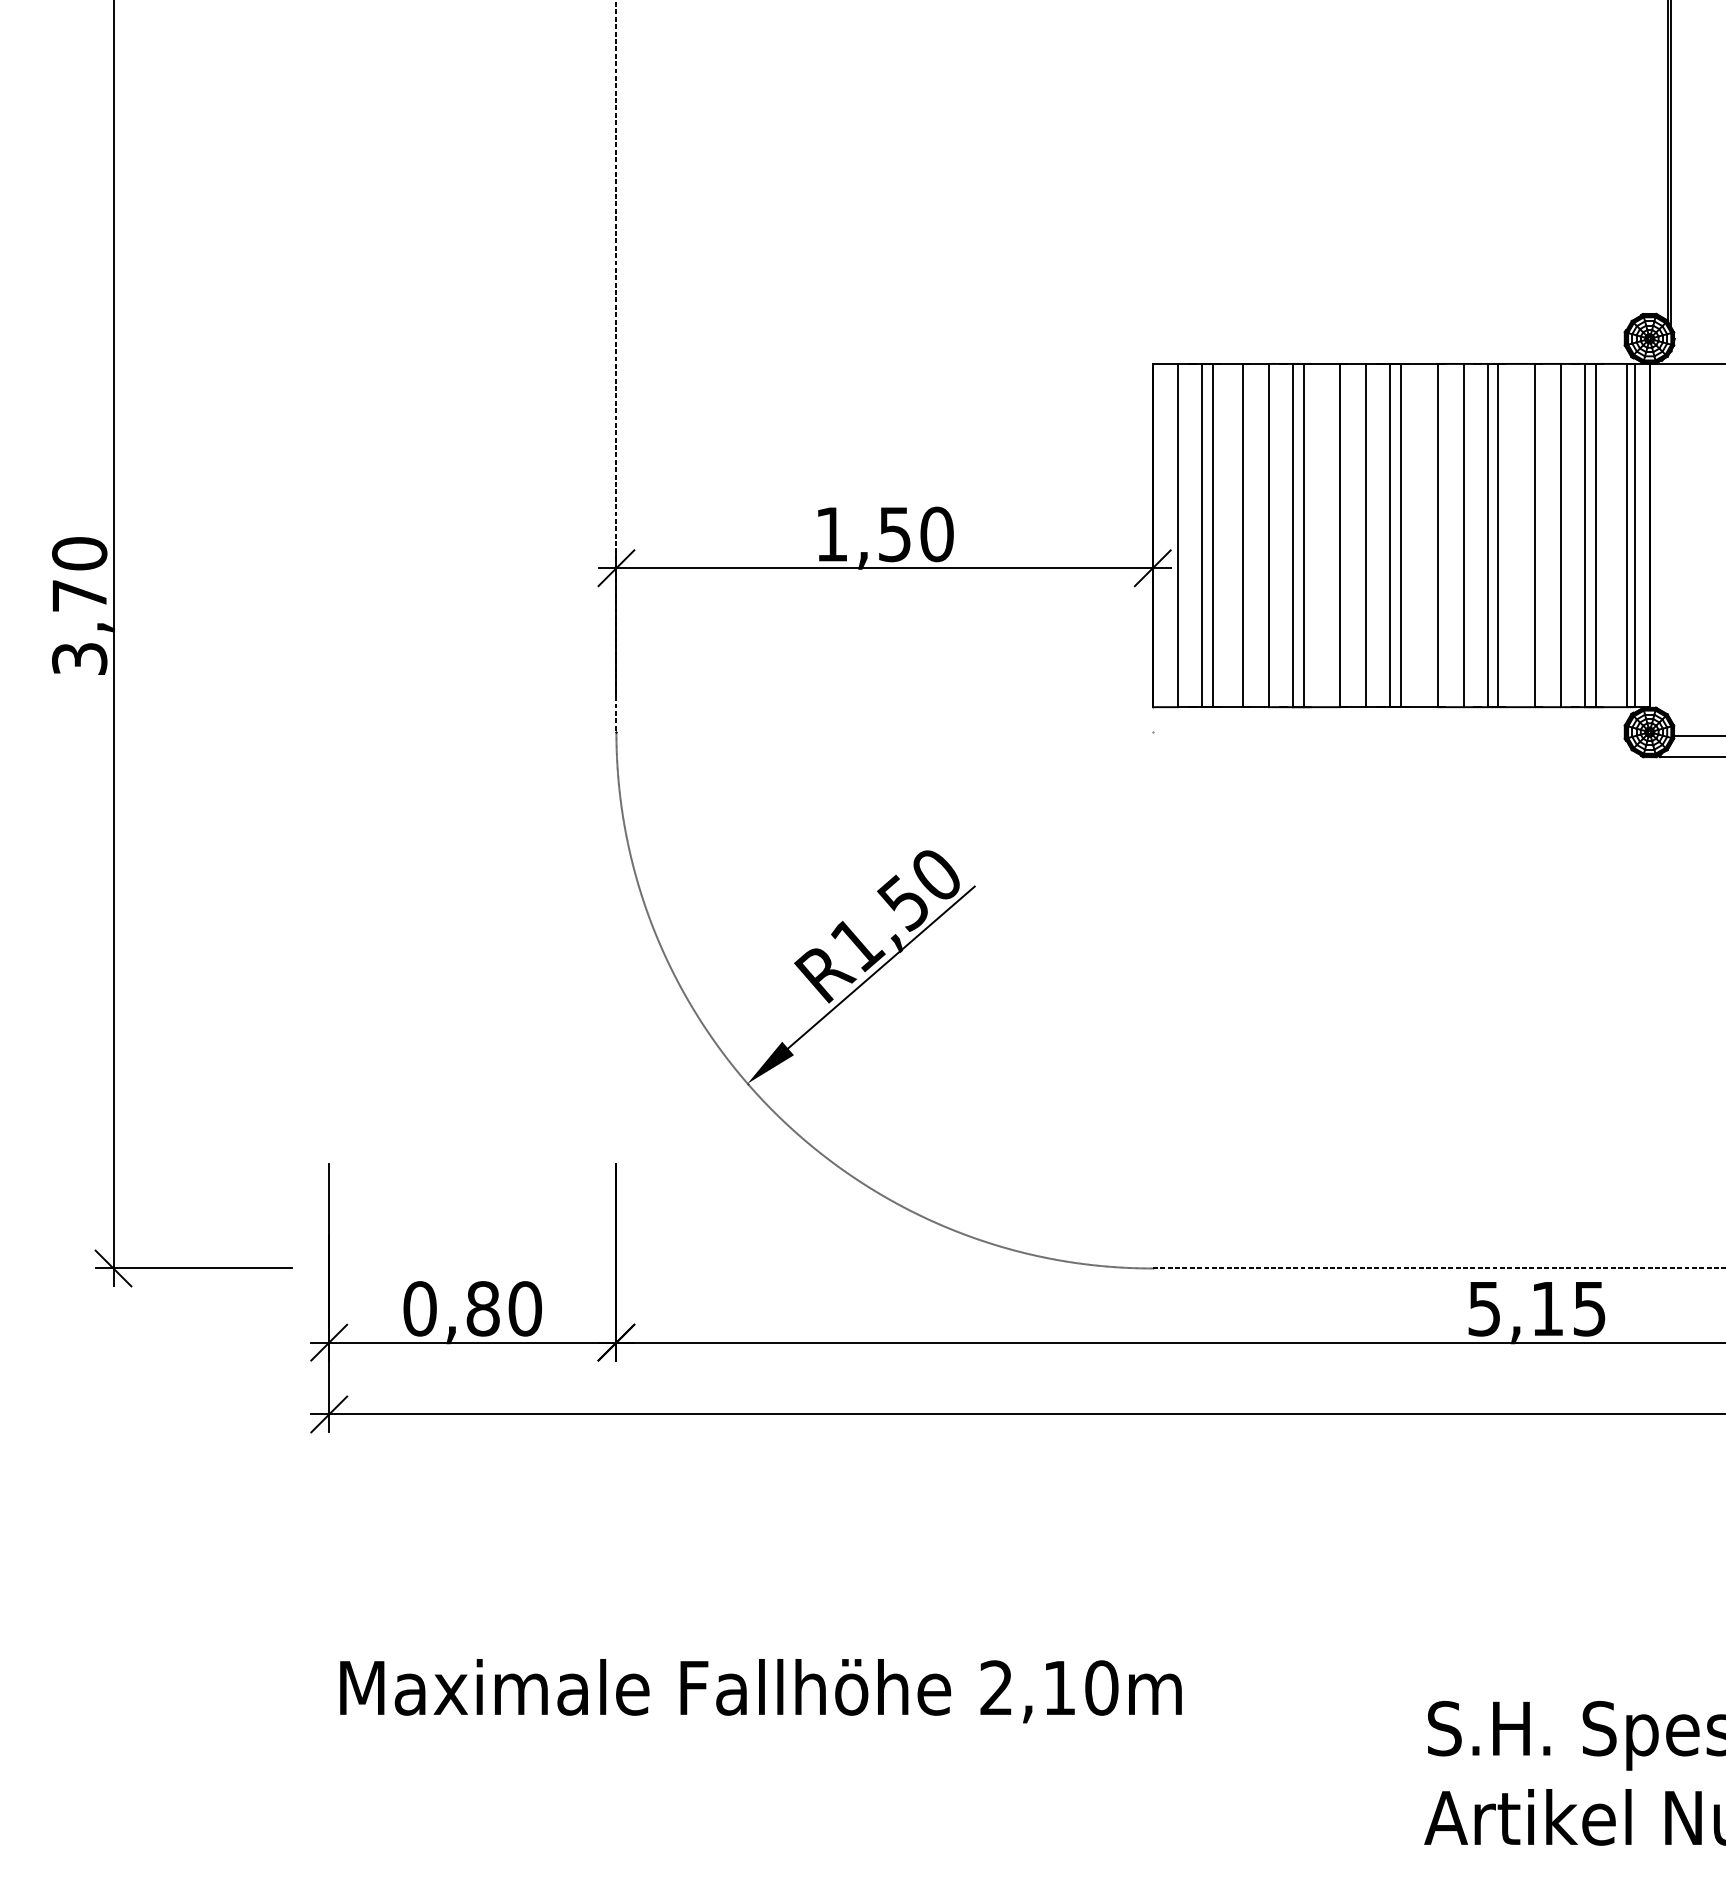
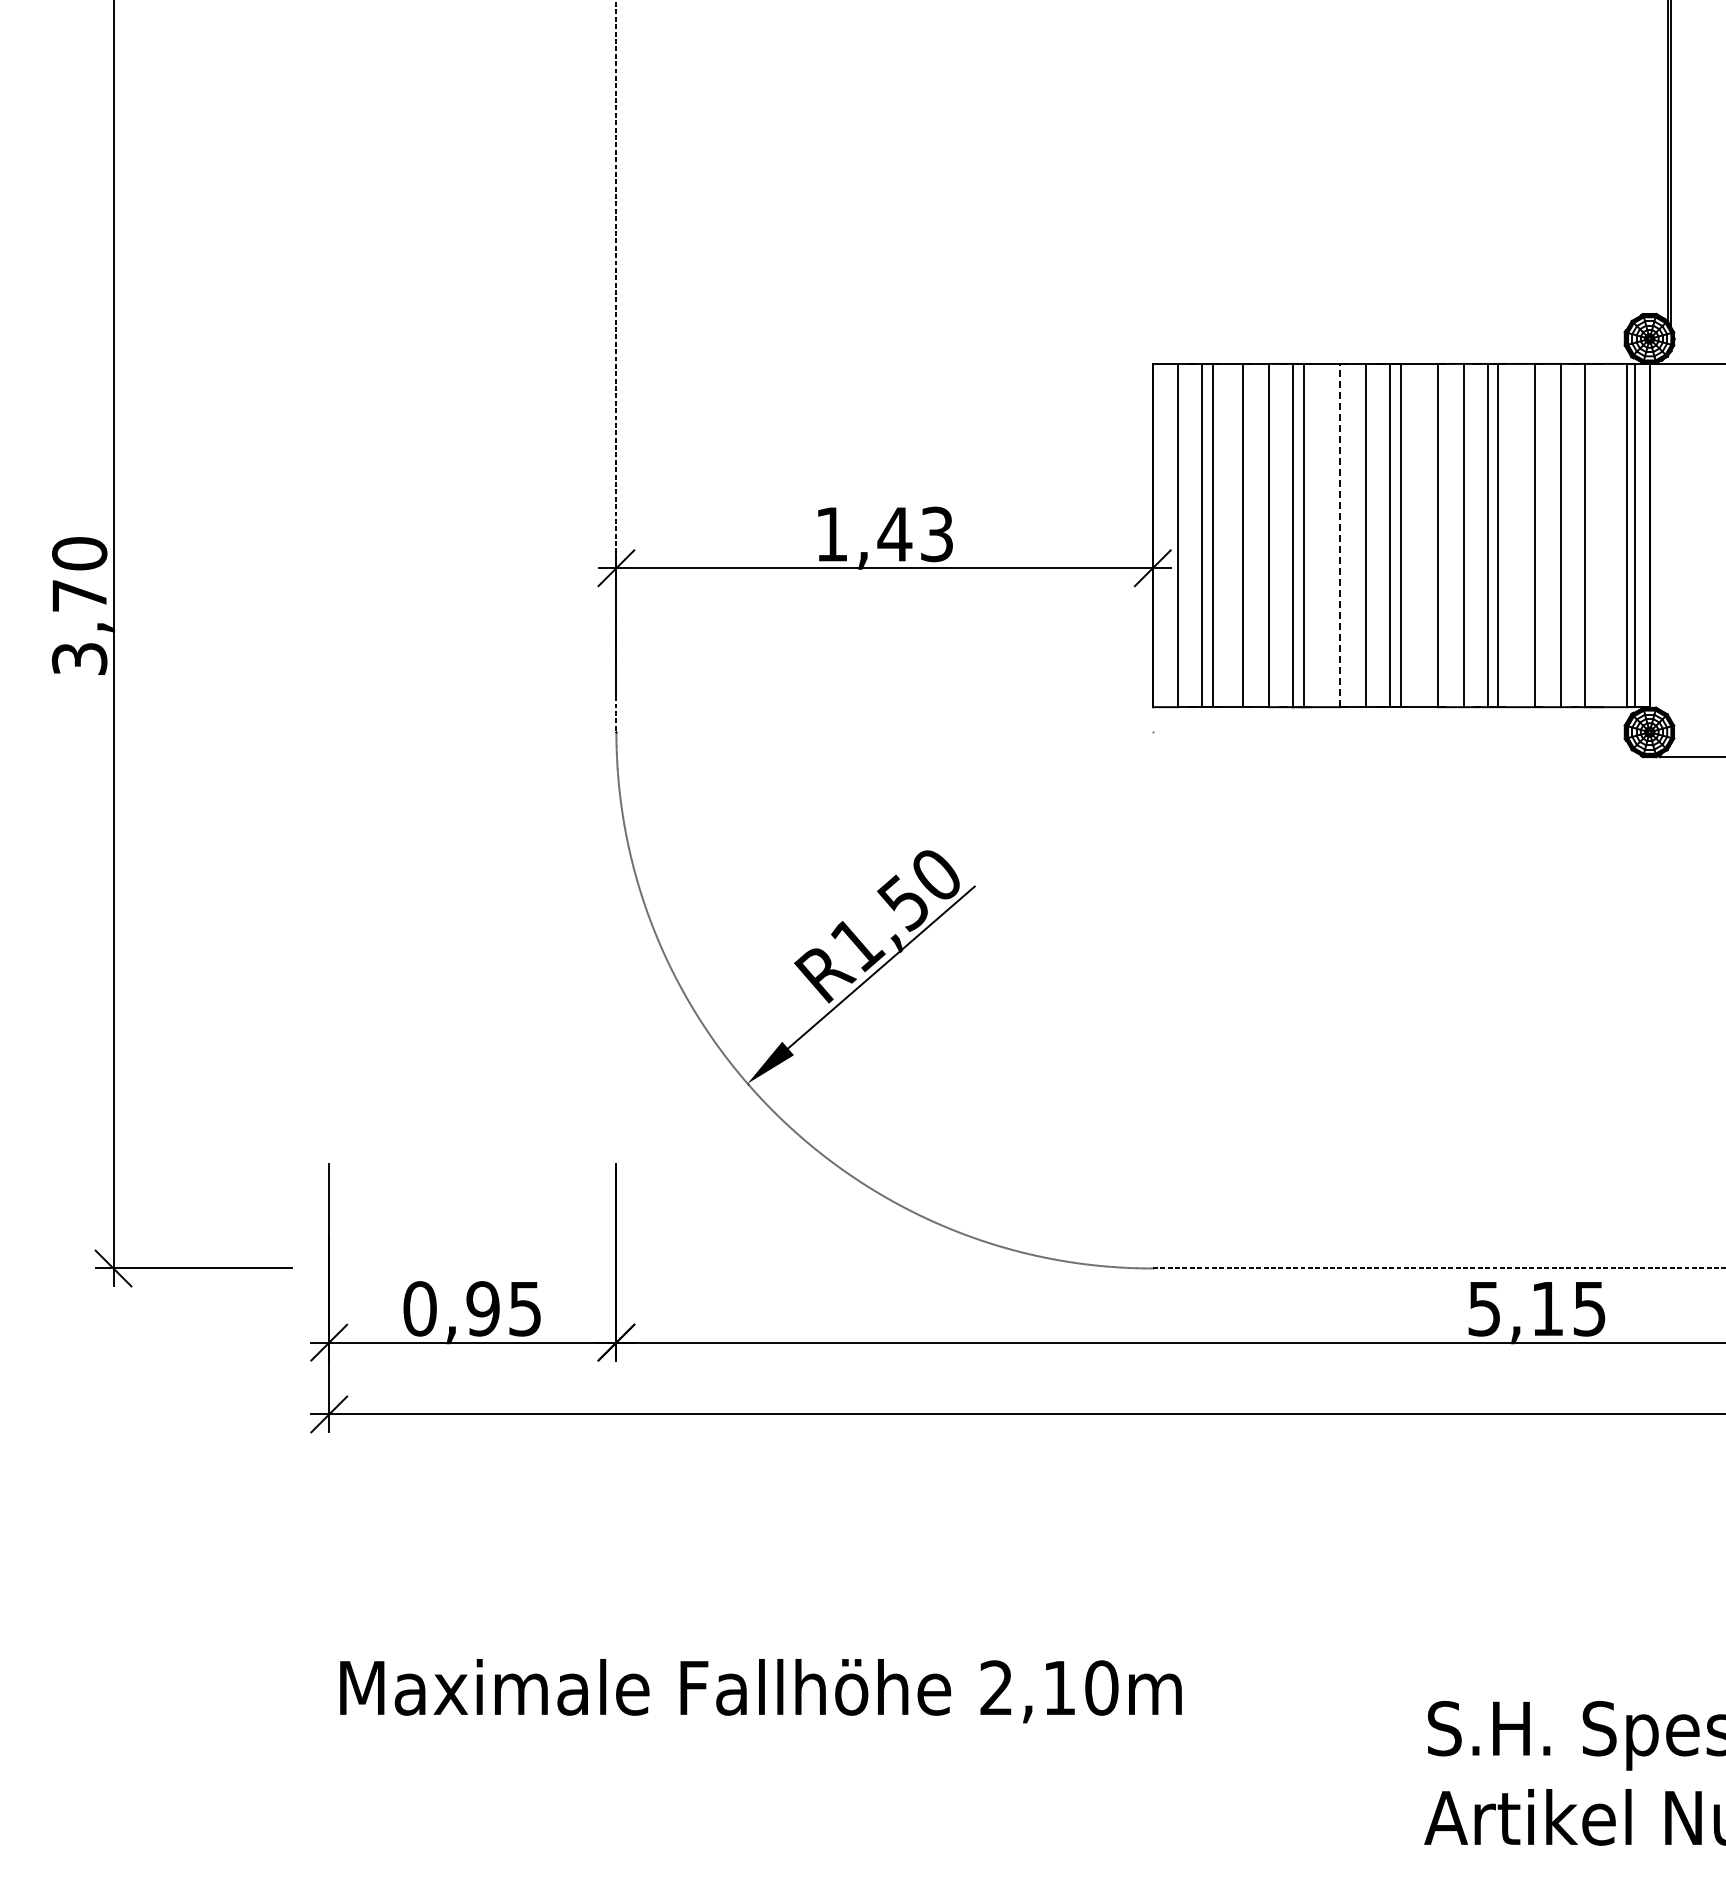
text at (915, 534): 1,50 -> 1,43
line at (1340, 535): solid -> dashed
line at (1595, 535): present -> none
line at (1698, 735): present -> none
text at (503, 1308): 0,80 -> 0,95
